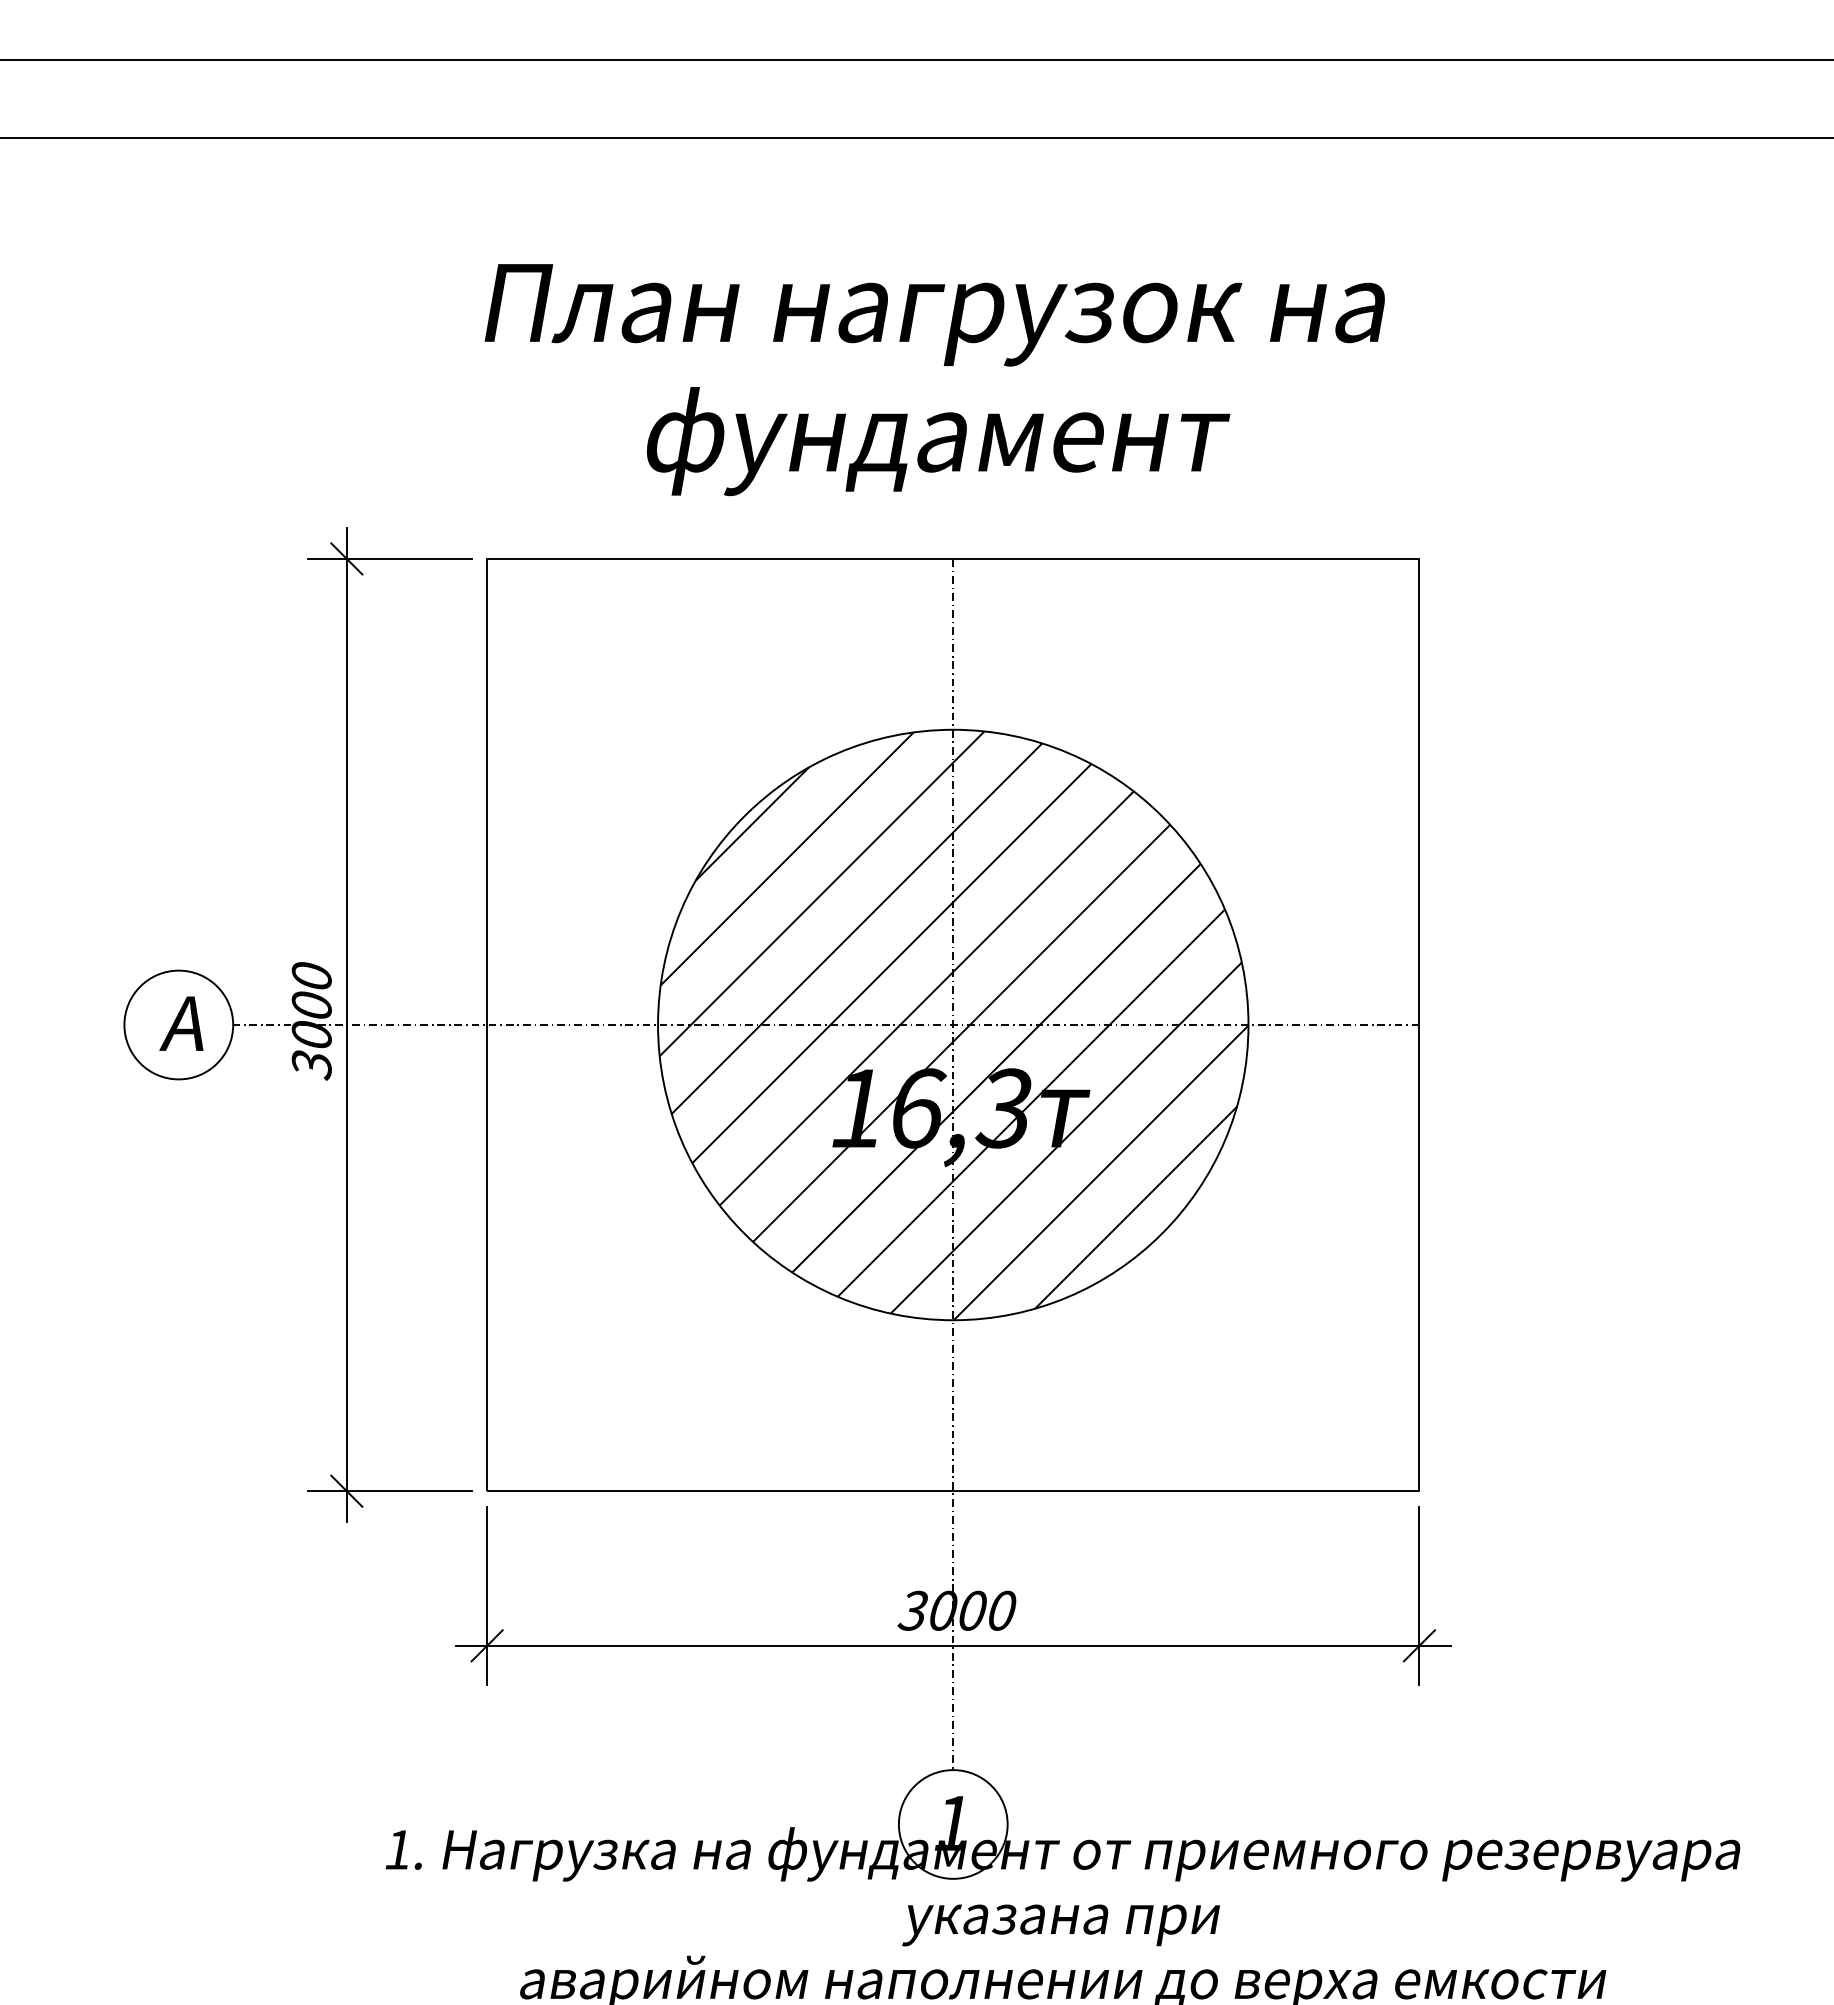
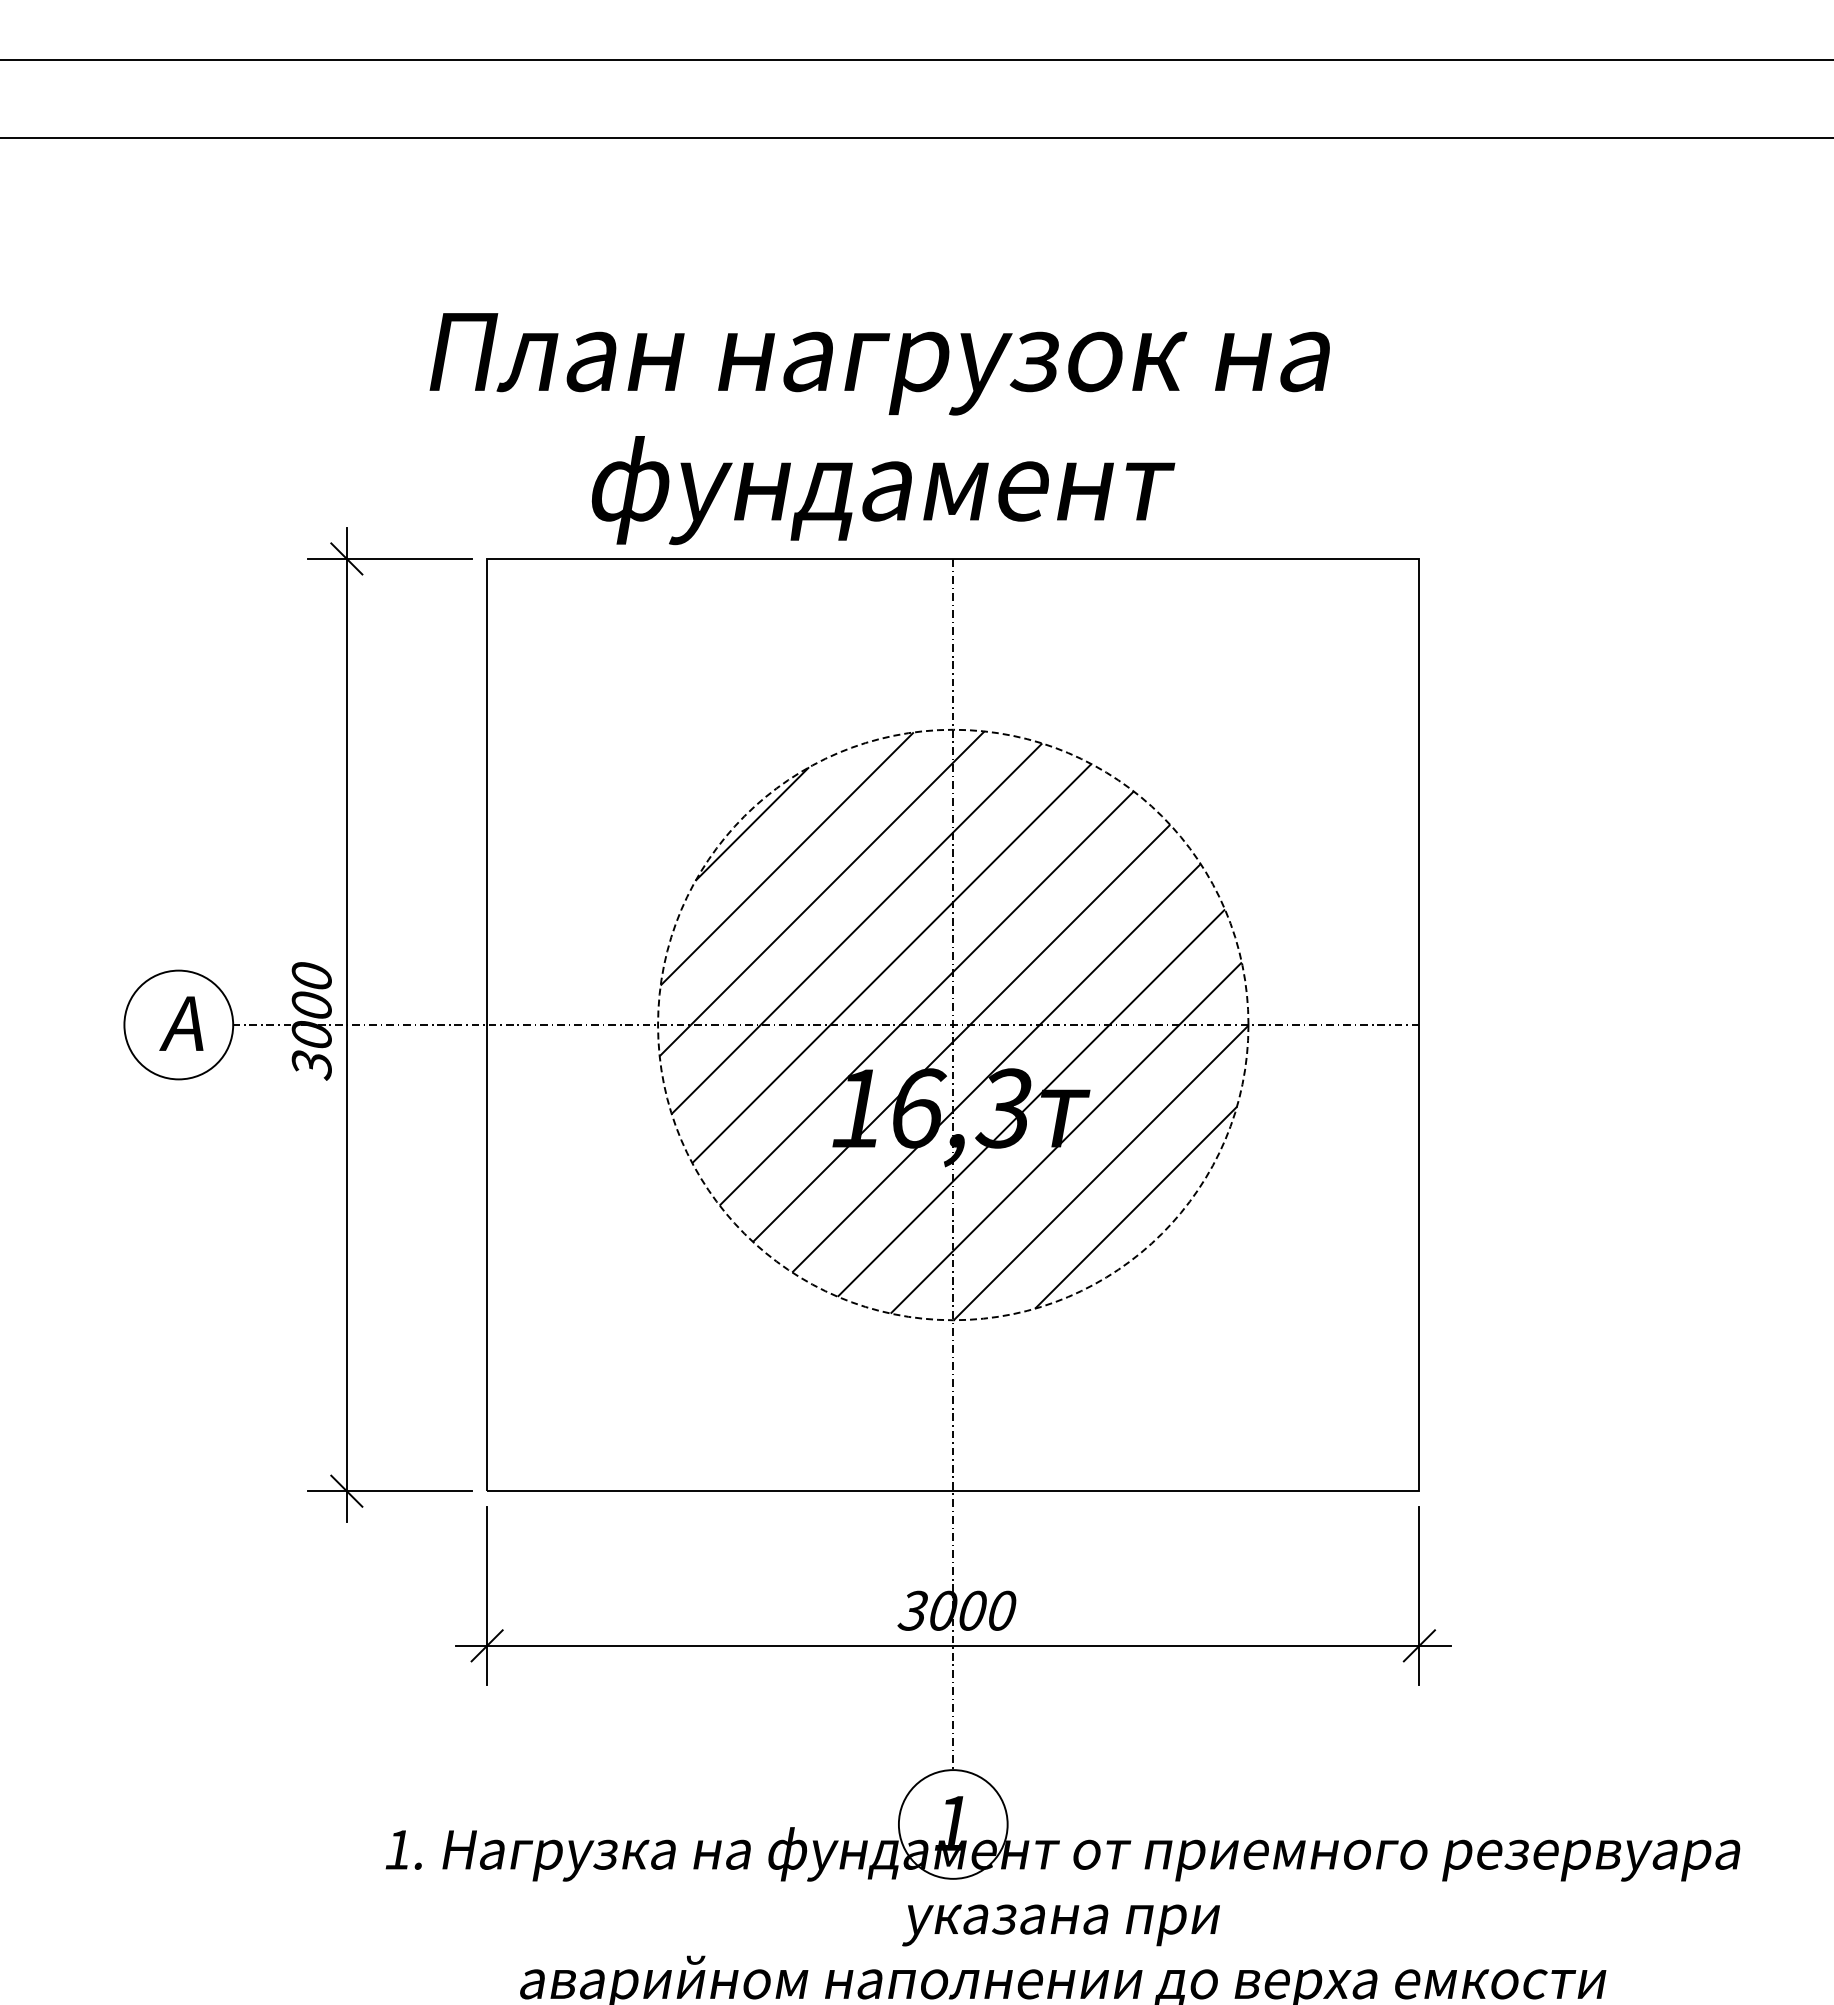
text at (934, 380) position: (934, 380) -> (879, 429)
circle at (953, 1024): solid -> dashed
